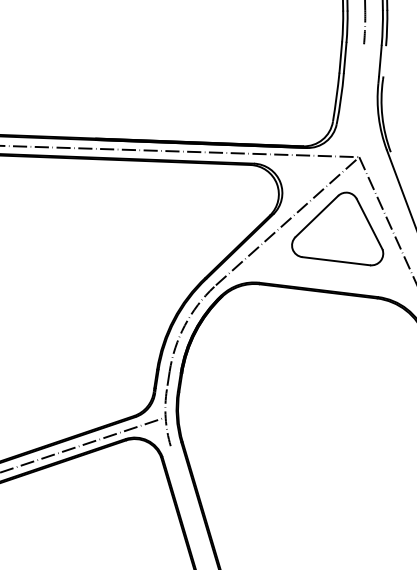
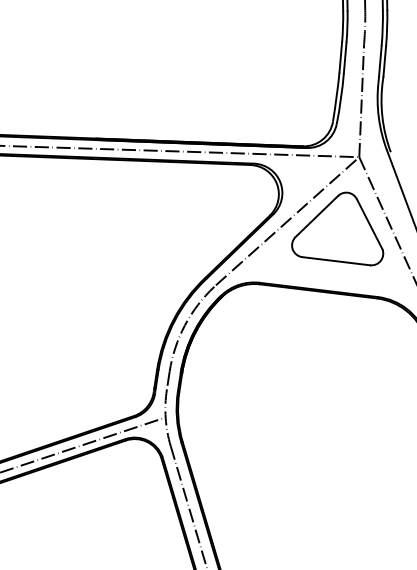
line at (384, 61): none -> present
line at (361, 100): none -> present
line at (188, 506): none -> present
